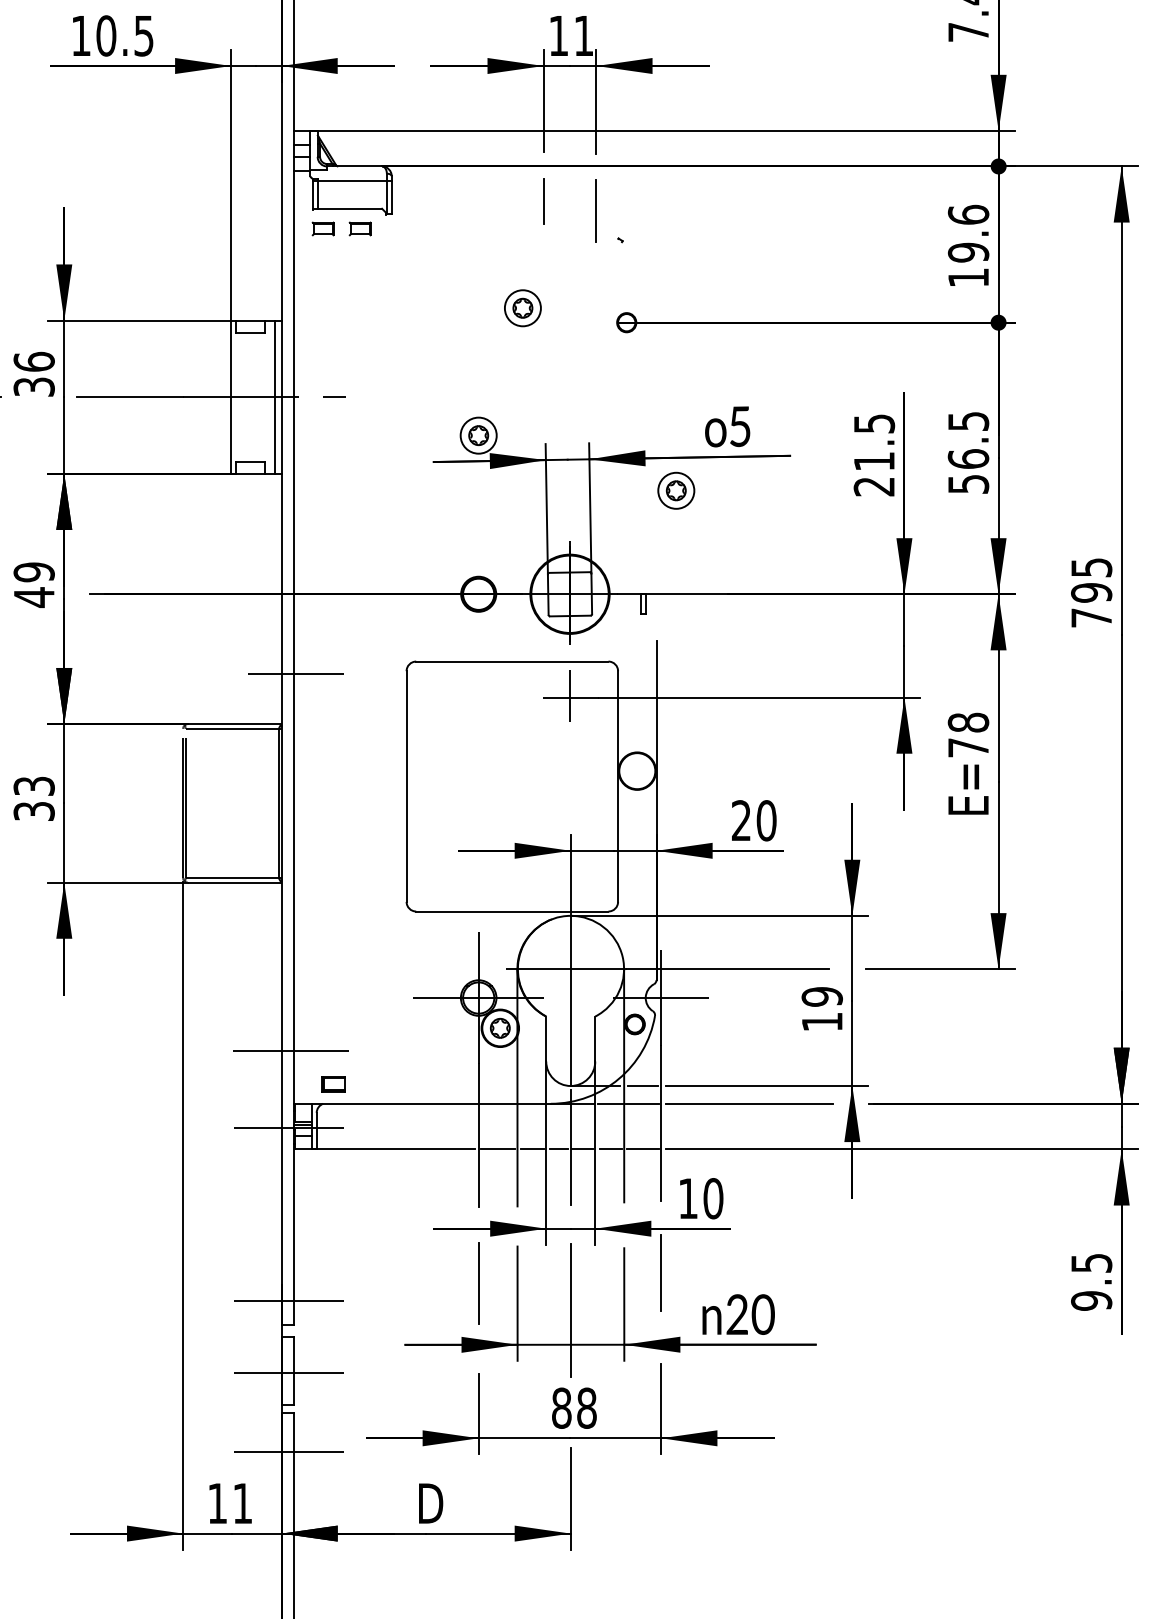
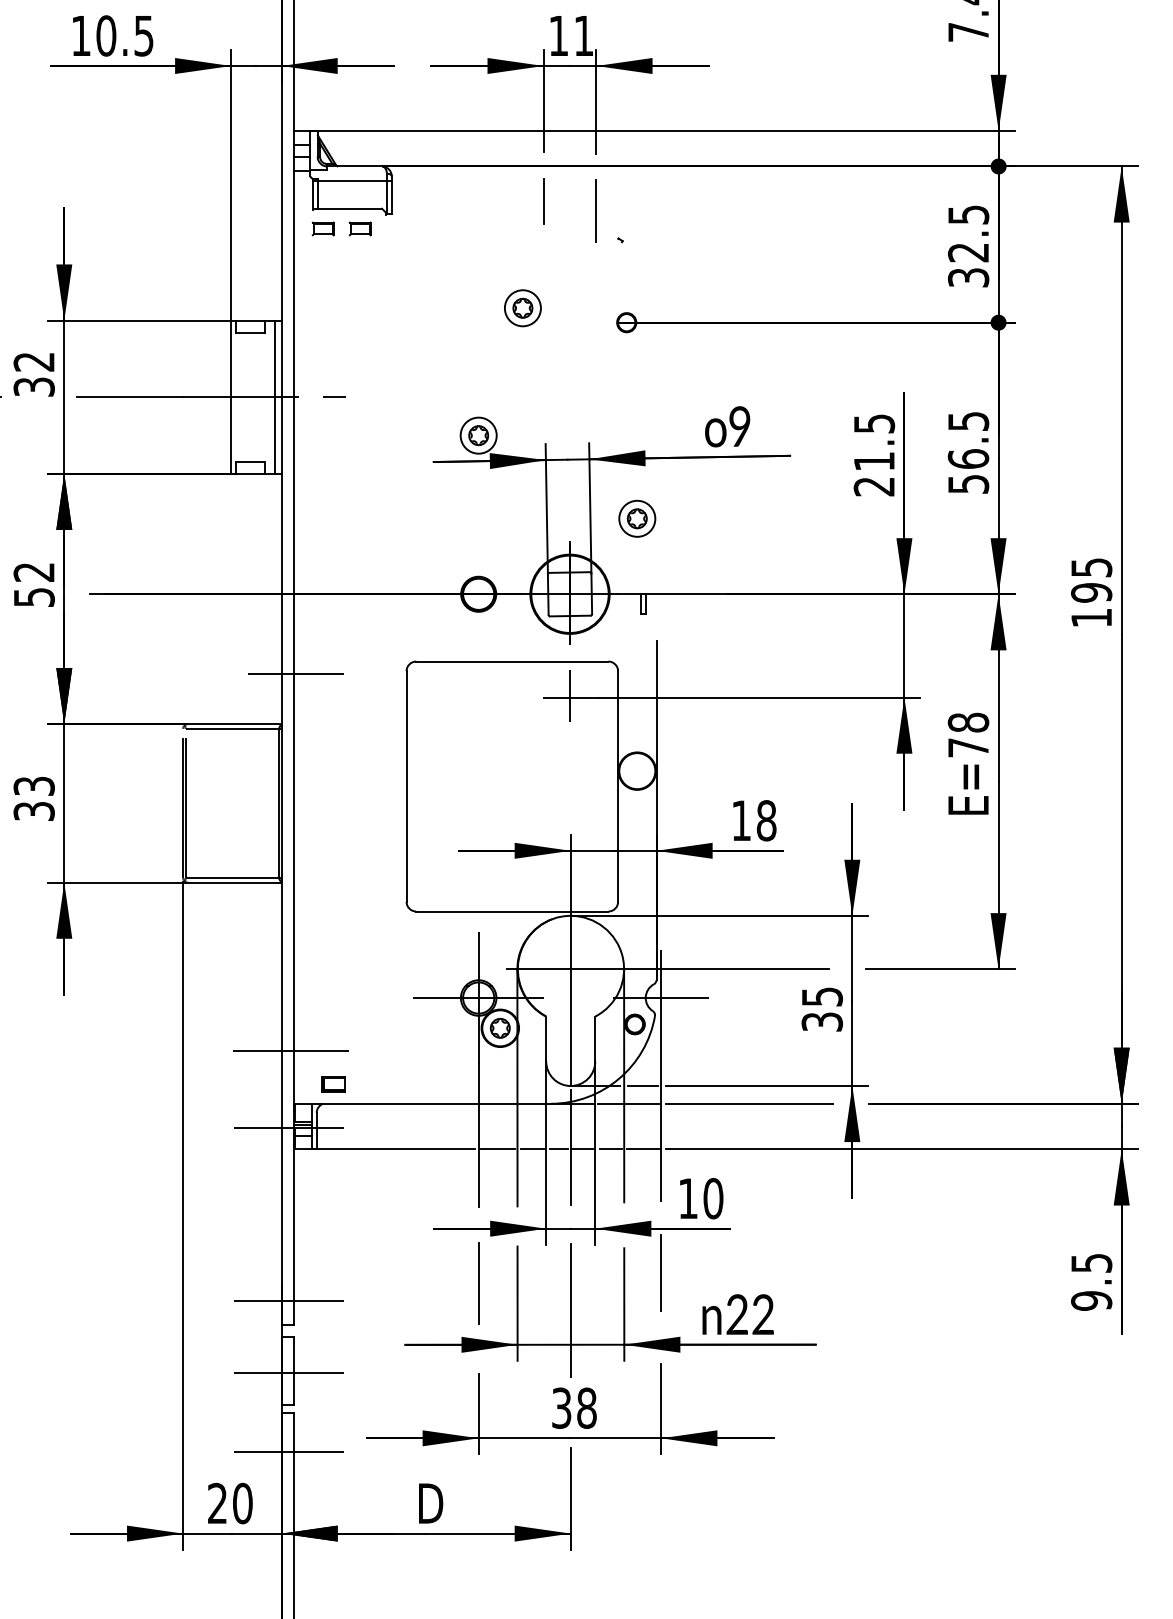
text at (968, 245): 19.6 -> 32.5
text at (33, 361): 36 -> 32
text at (739, 426): 5 -> 9
part at (676, 490) position: (676, 490) -> (637, 518)
text at (33, 585): 49 -> 52
text at (1091, 617): 795 -> 195
text at (754, 820): 20 -> 18
text at (821, 1009): 19 -> 35
text at (762, 1314): 20 -> 22
text at (561, 1407): 88 -> 38
text at (230, 1503): 11 -> 20
